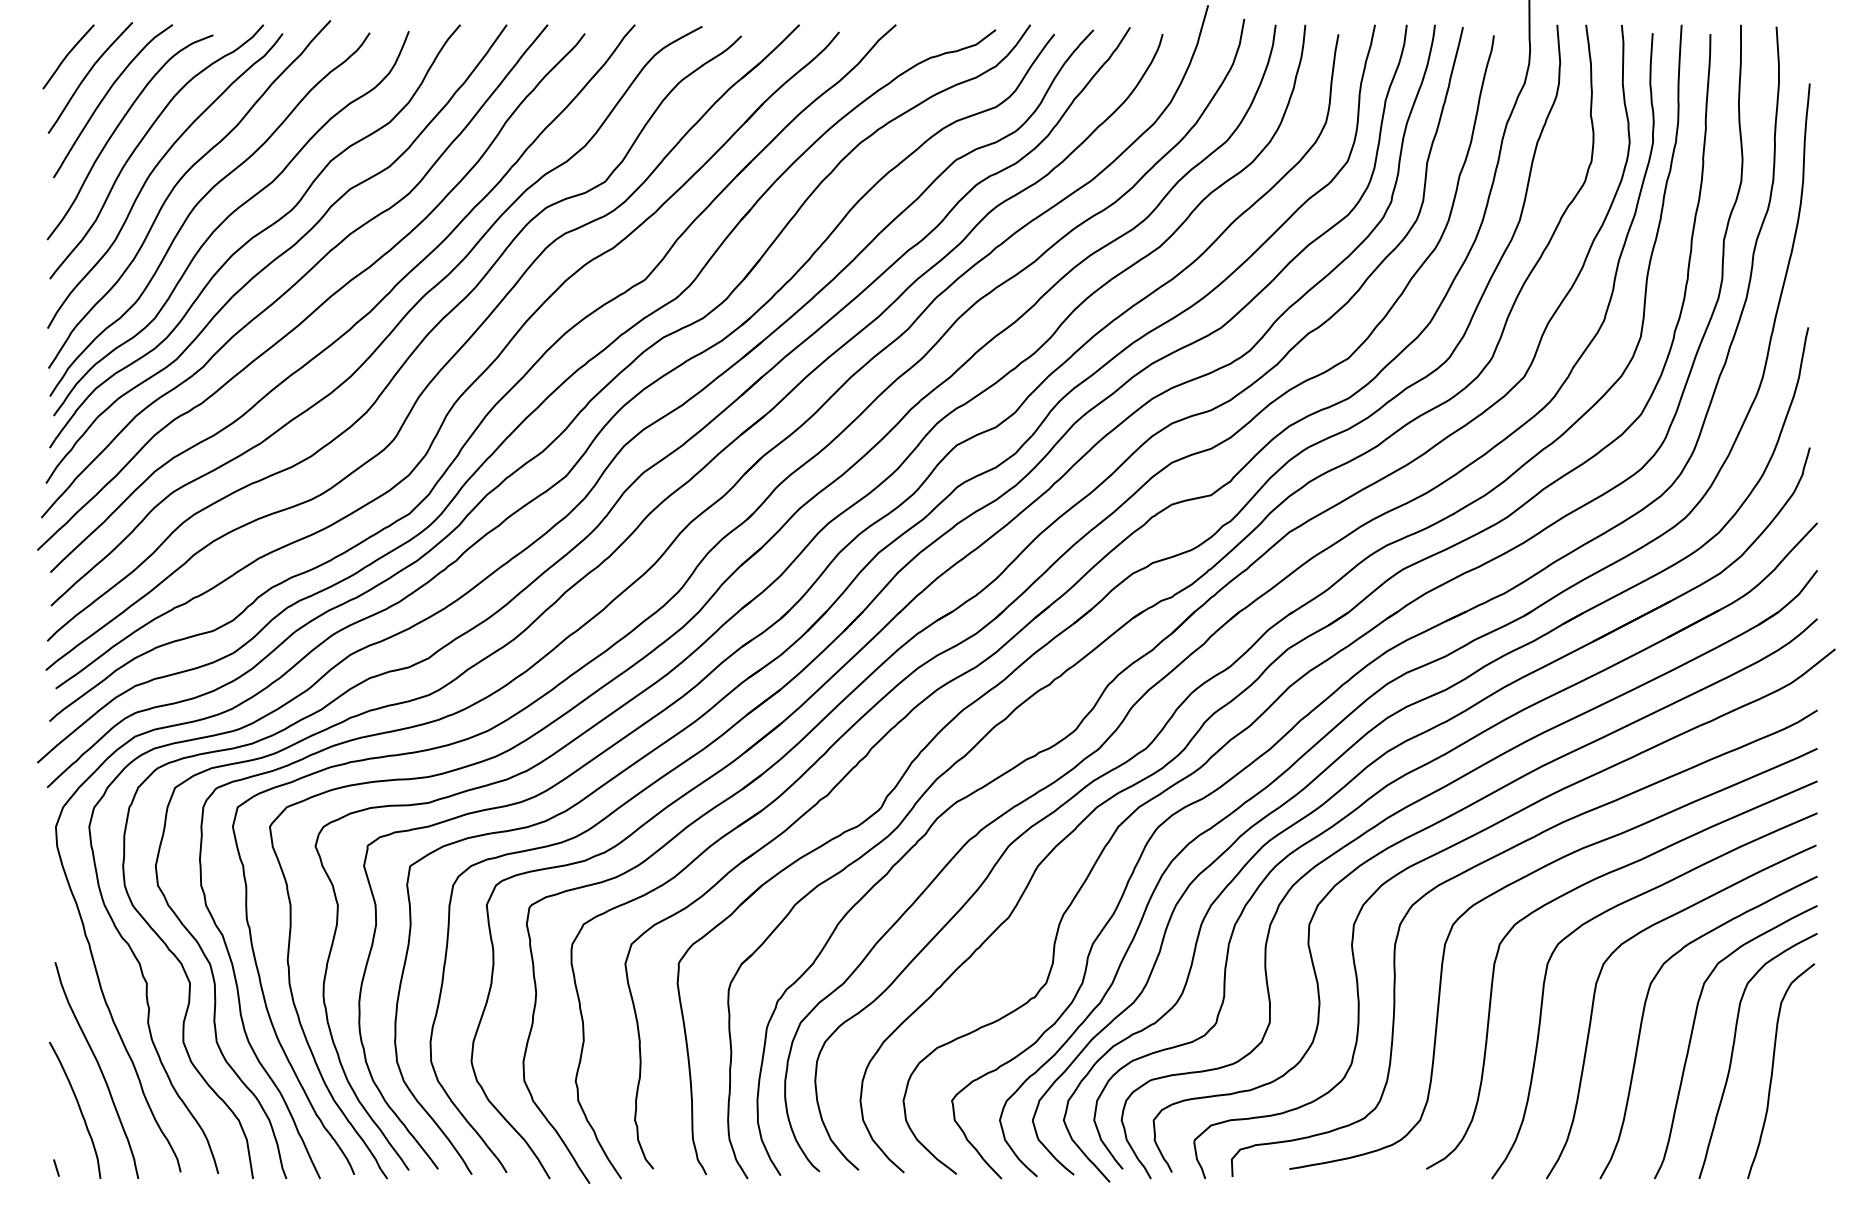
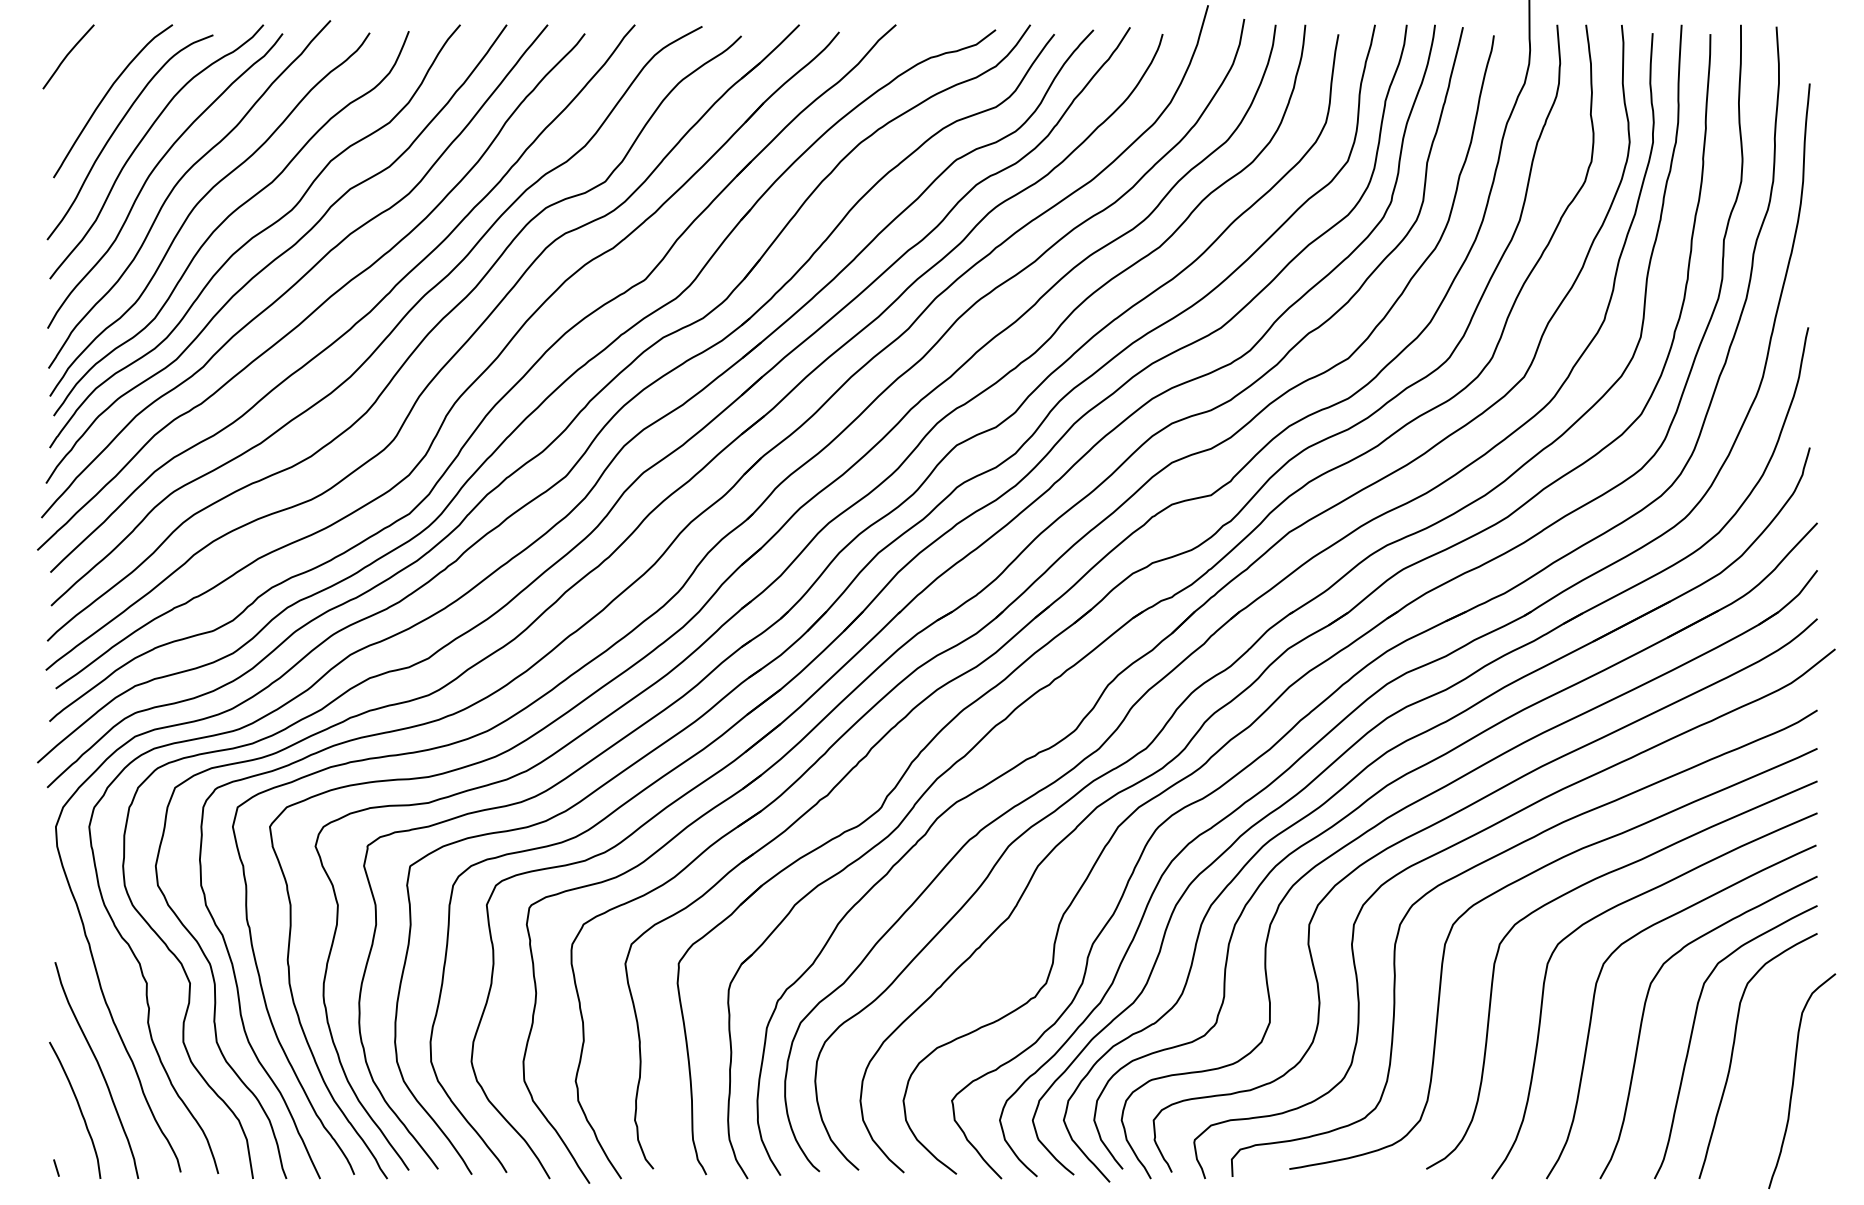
curve at (87, 75): present -> none
curve at (1773, 1071) position: (1773, 1071) -> (1794, 1081)
